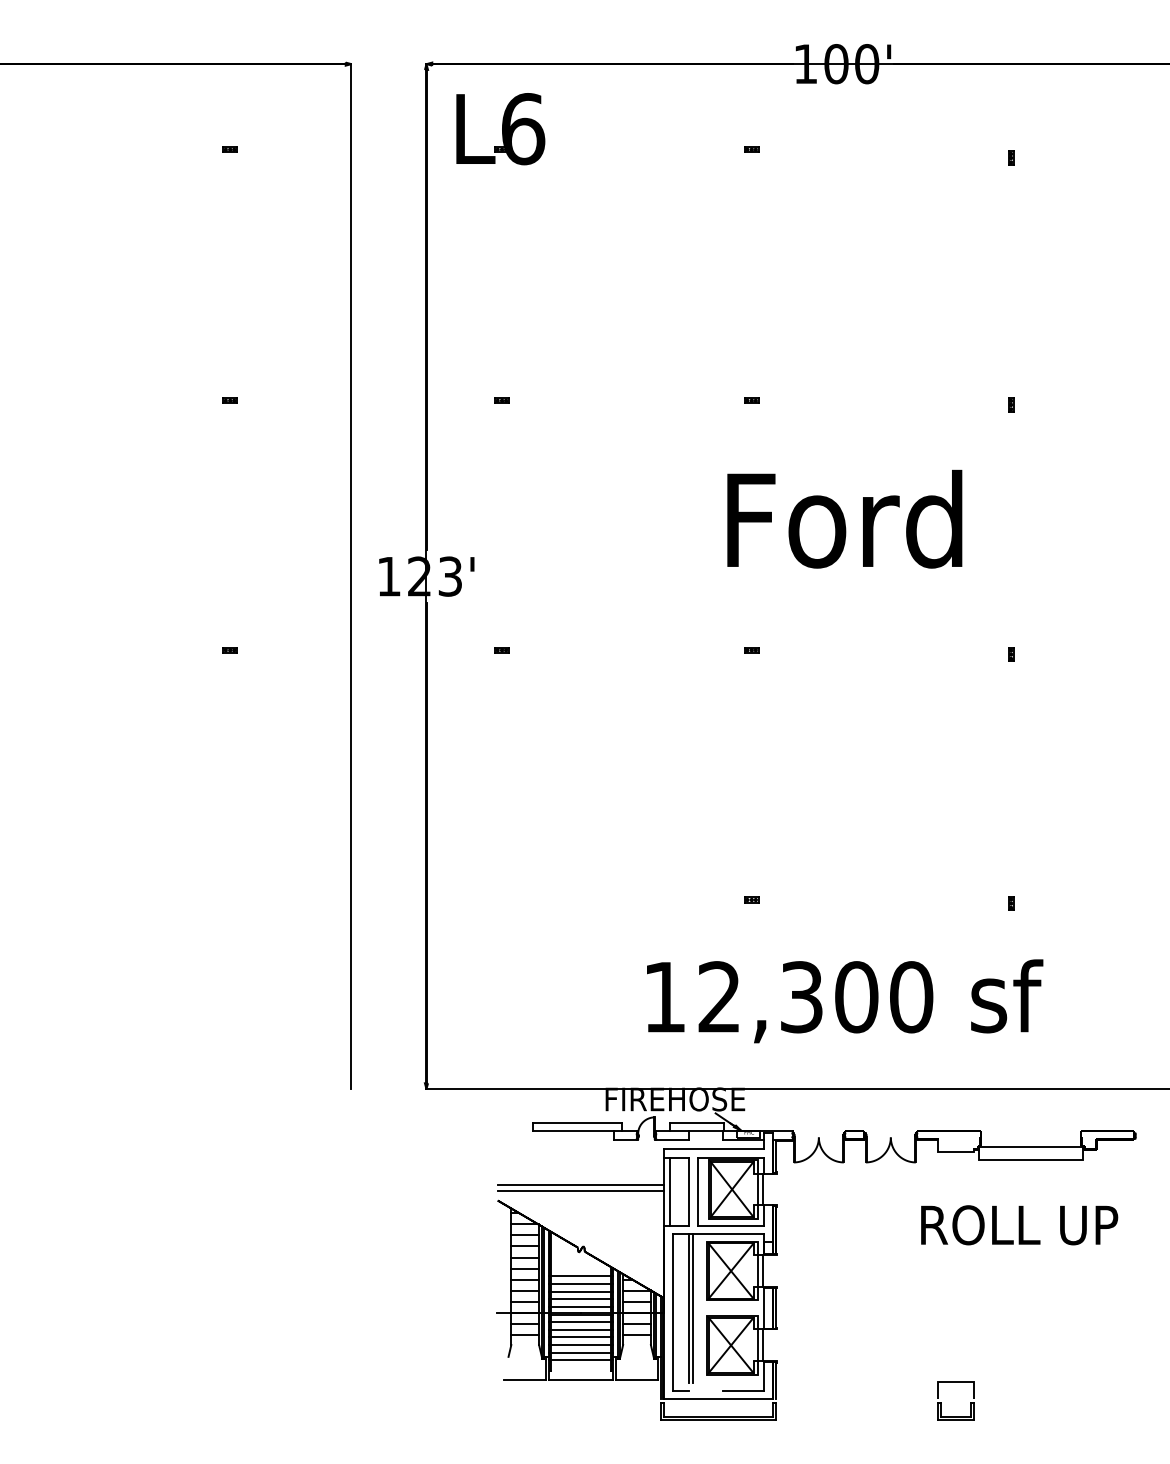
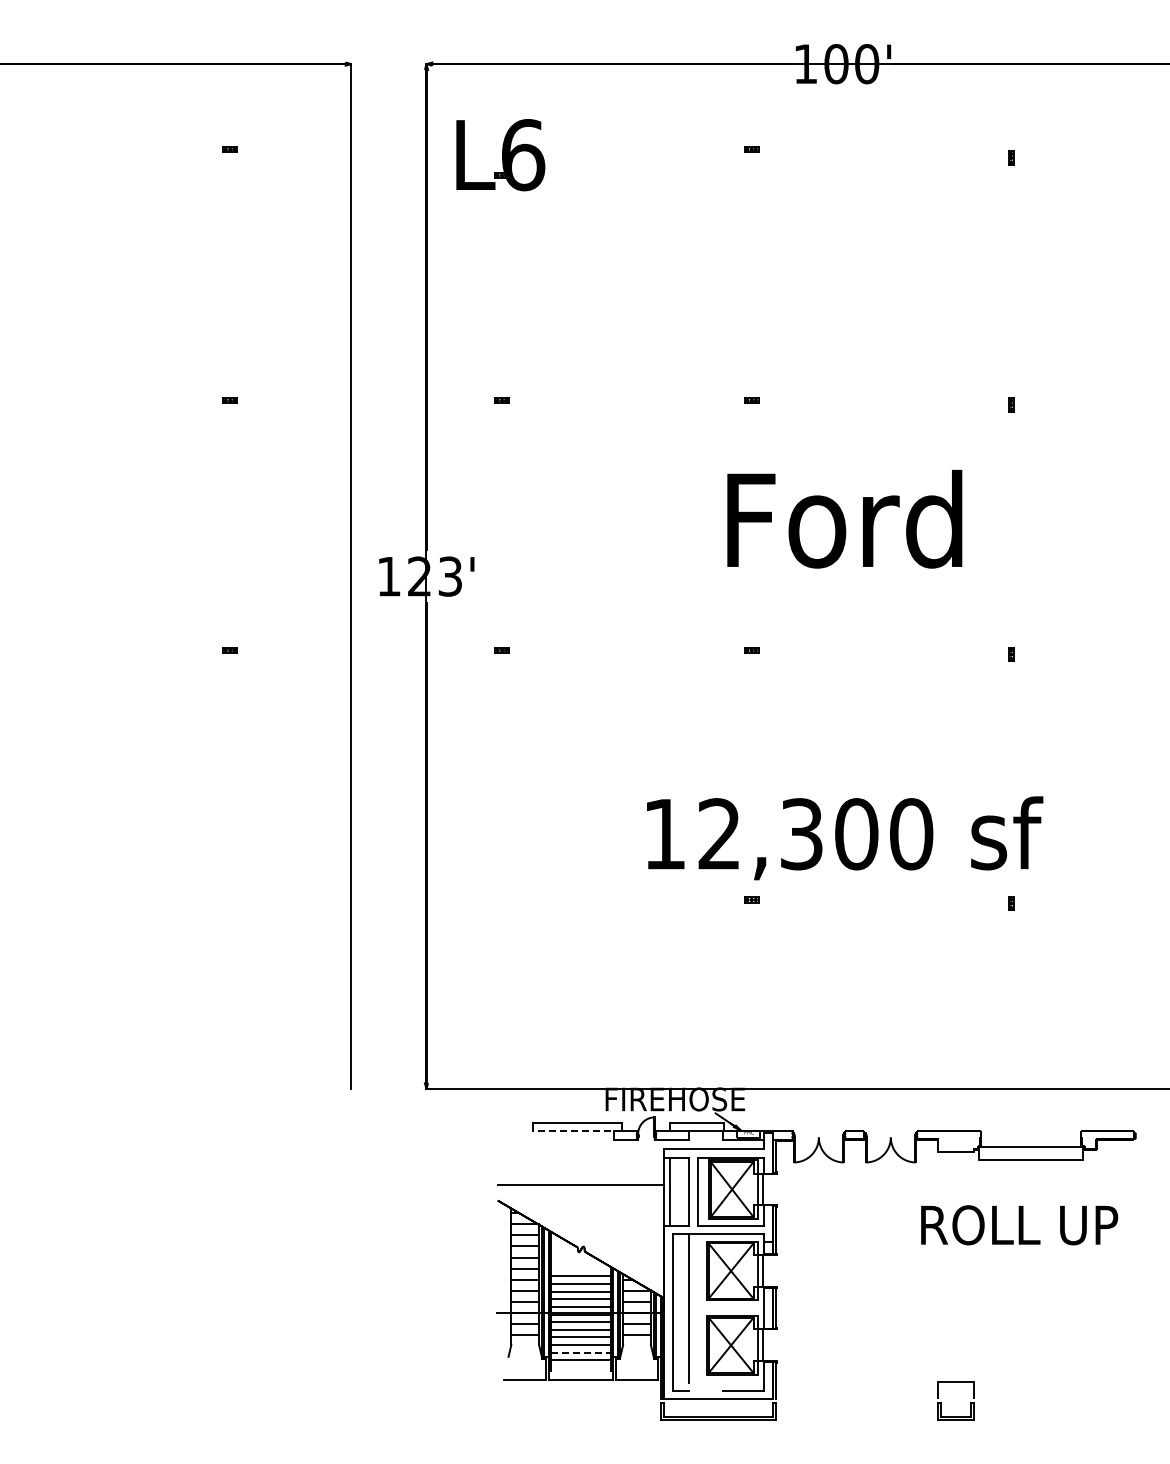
part at (500, 129) position: (500, 129) -> (500, 155)
text at (845, 1001) position: (845, 1001) -> (845, 838)
line at (577, 1131): solid -> dashed
line at (580, 1190): present -> none
line at (692, 1307): present -> none
line at (581, 1352): solid -> dashed
